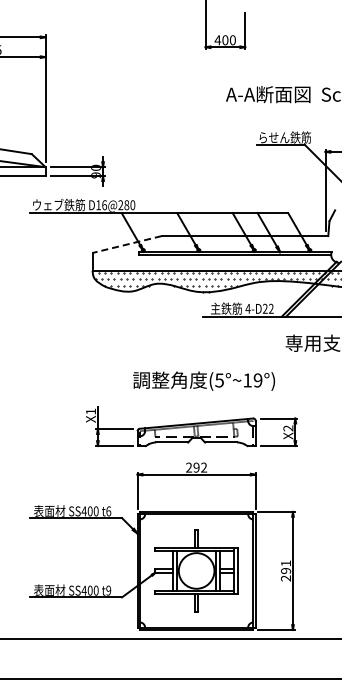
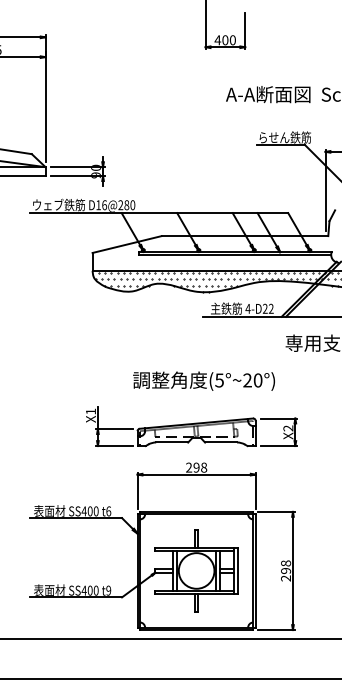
line at (127, 244): dashed -> solid
text at (252, 380): (5°~19°) -> (5°~20°)
text at (204, 467): 292 -> 298
text at (286, 563): 291 -> 298
